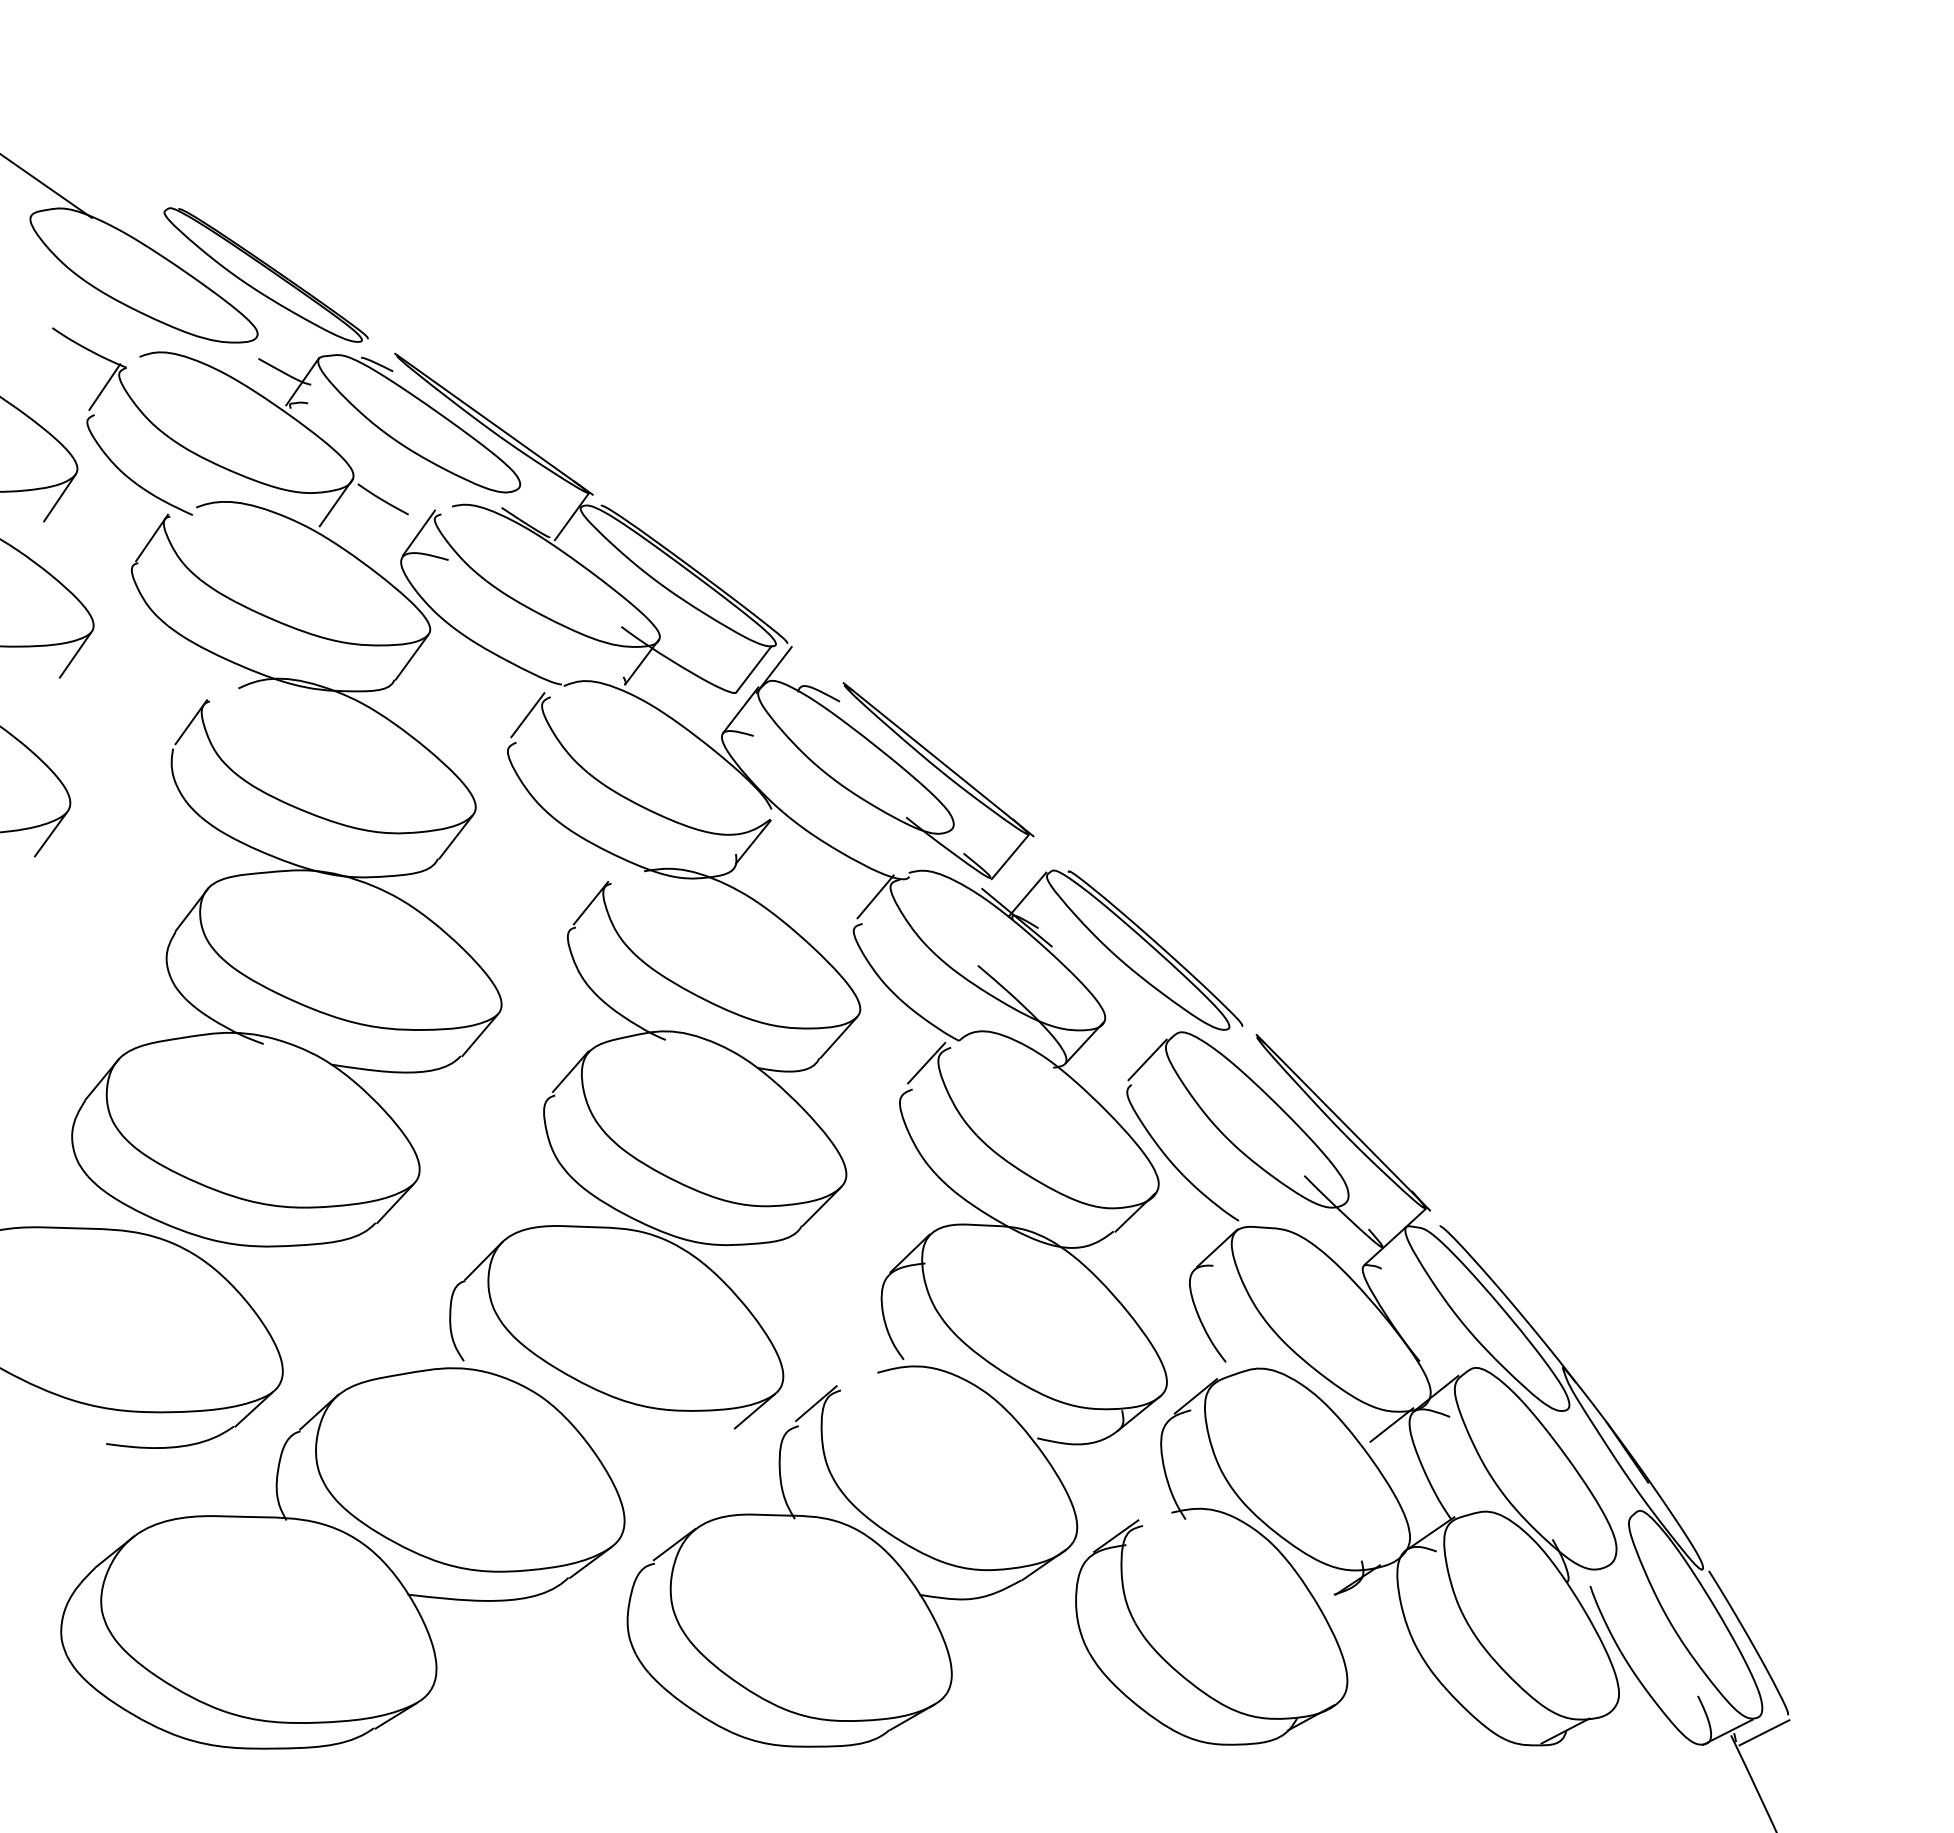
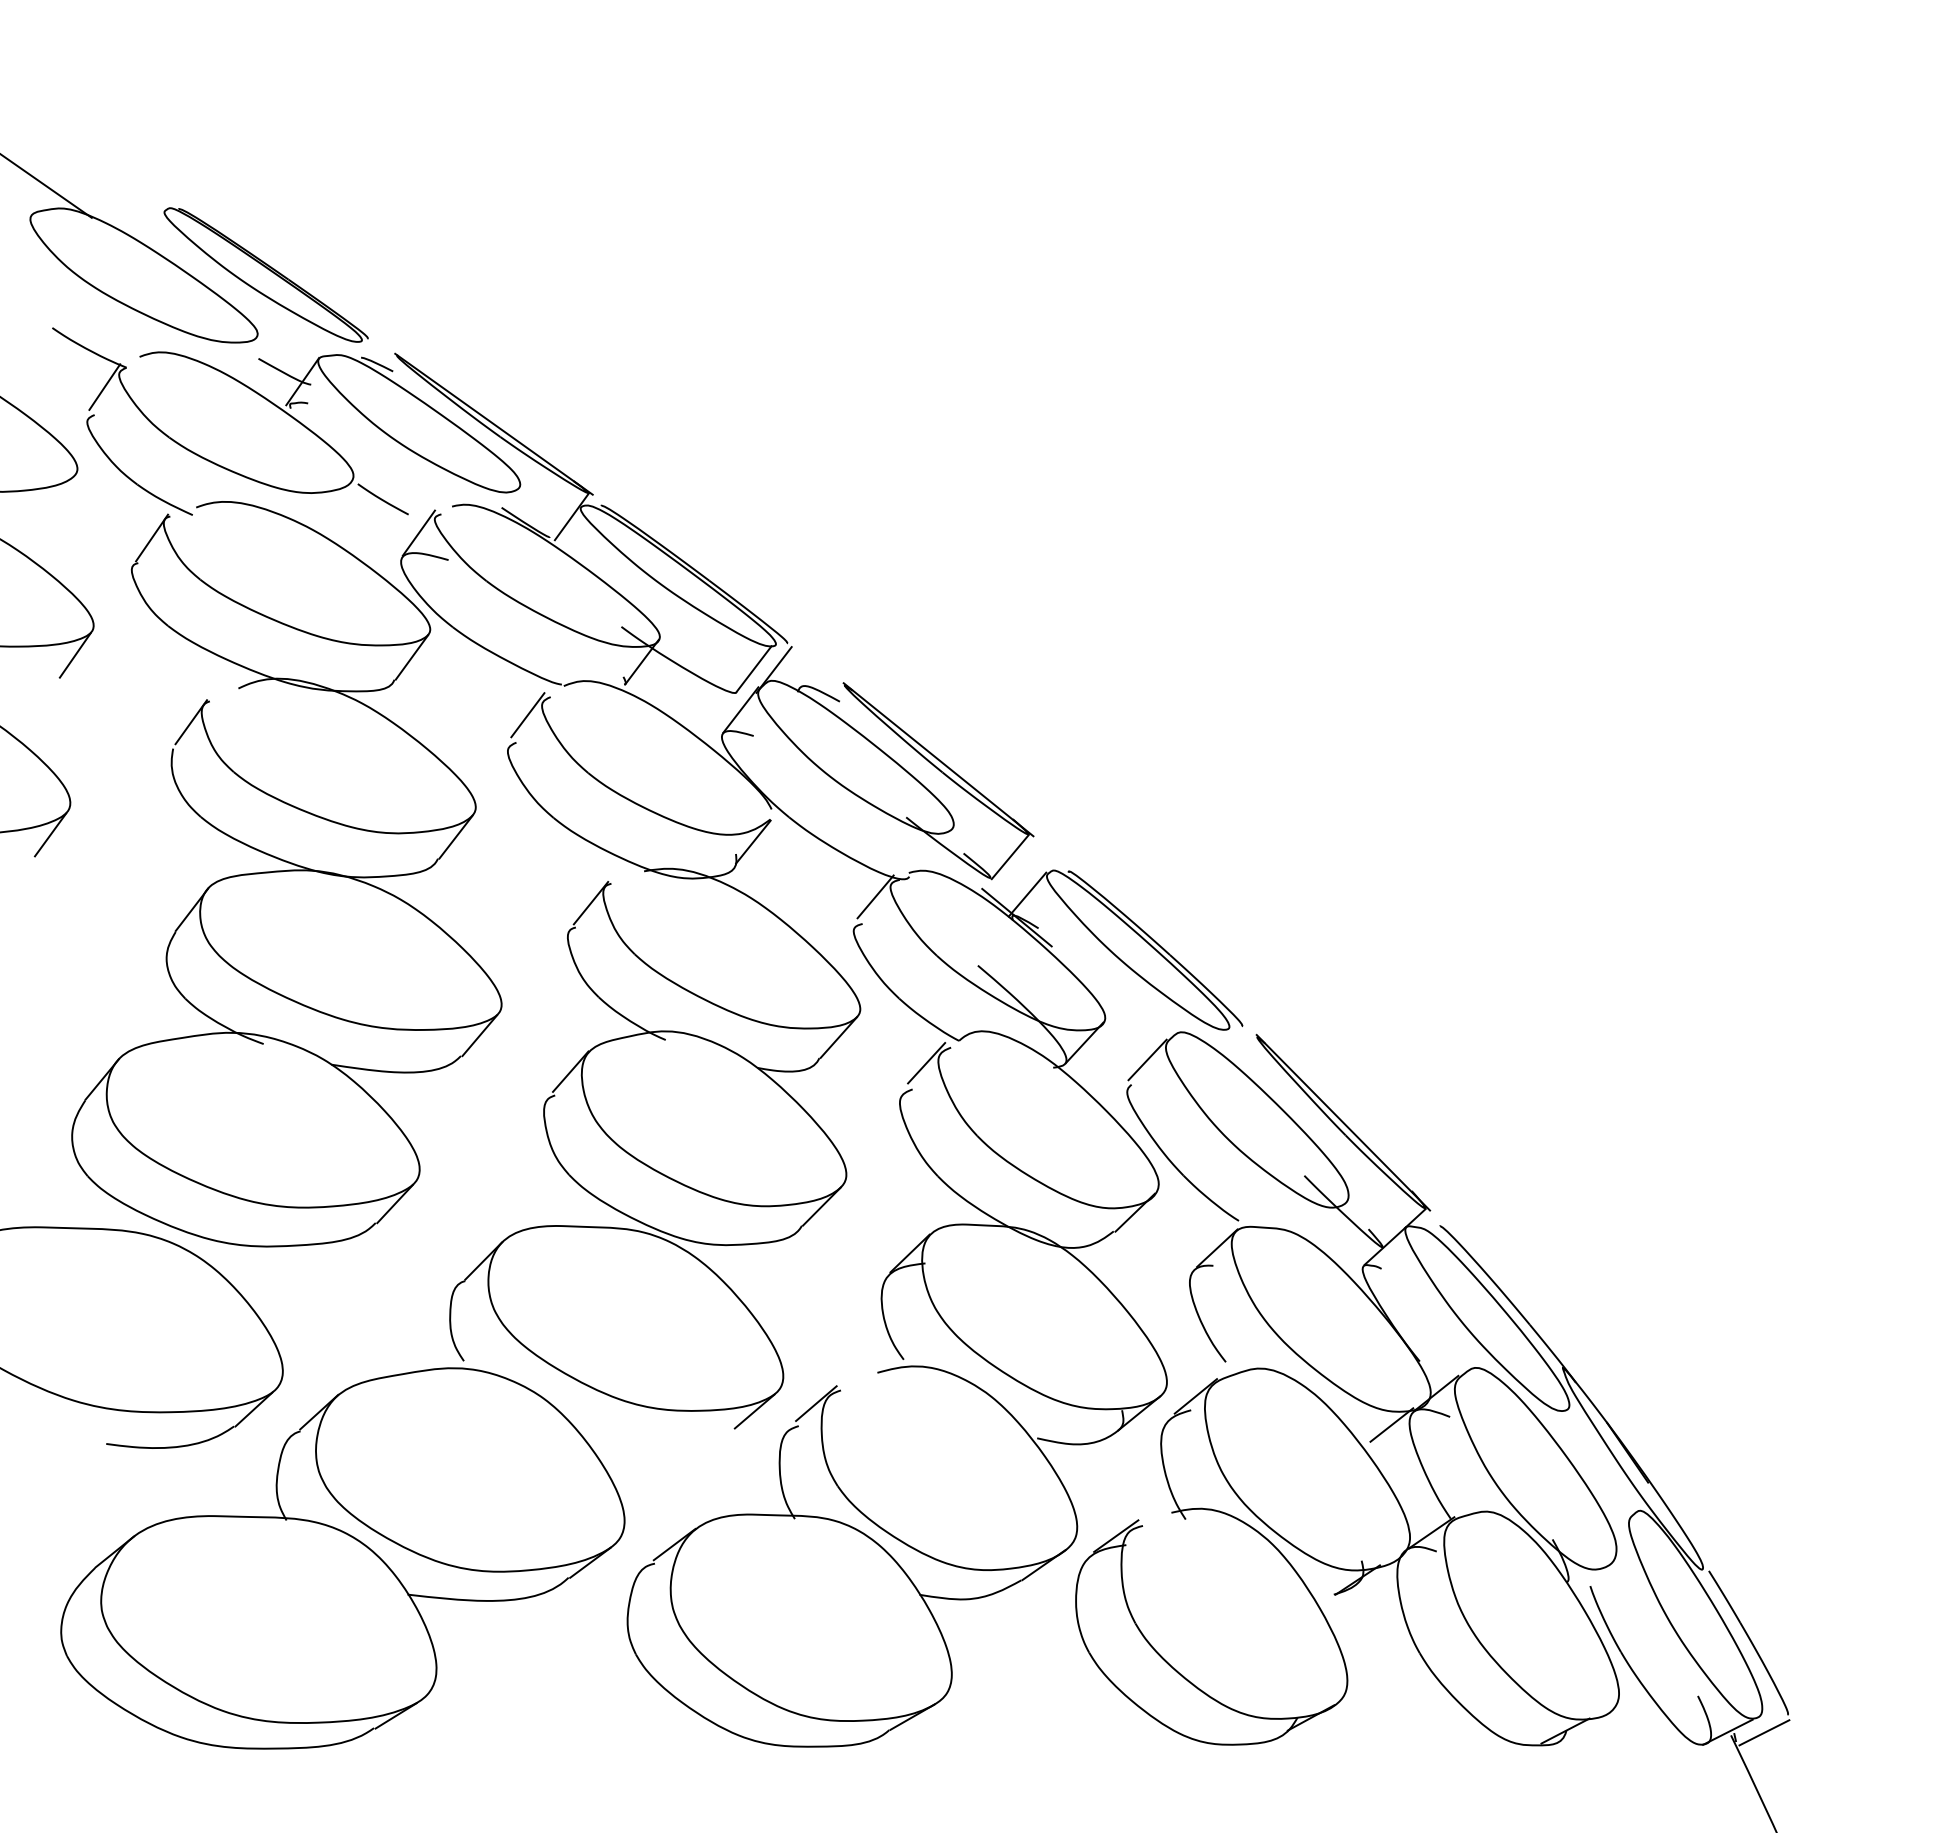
line at (59, 497): present -> none
line at (335, 502): present -> none
